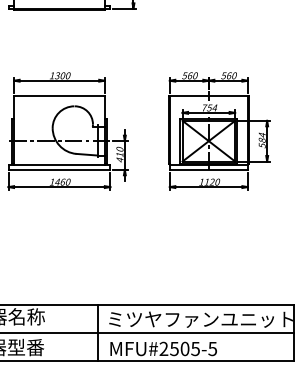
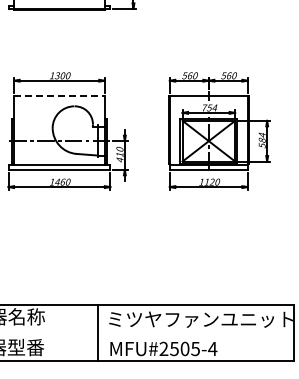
line at (59, 95): solid -> dashed
line at (147, 332): present -> none
text at (212, 349): MFU#2505-5 -> MFU#2505-4
